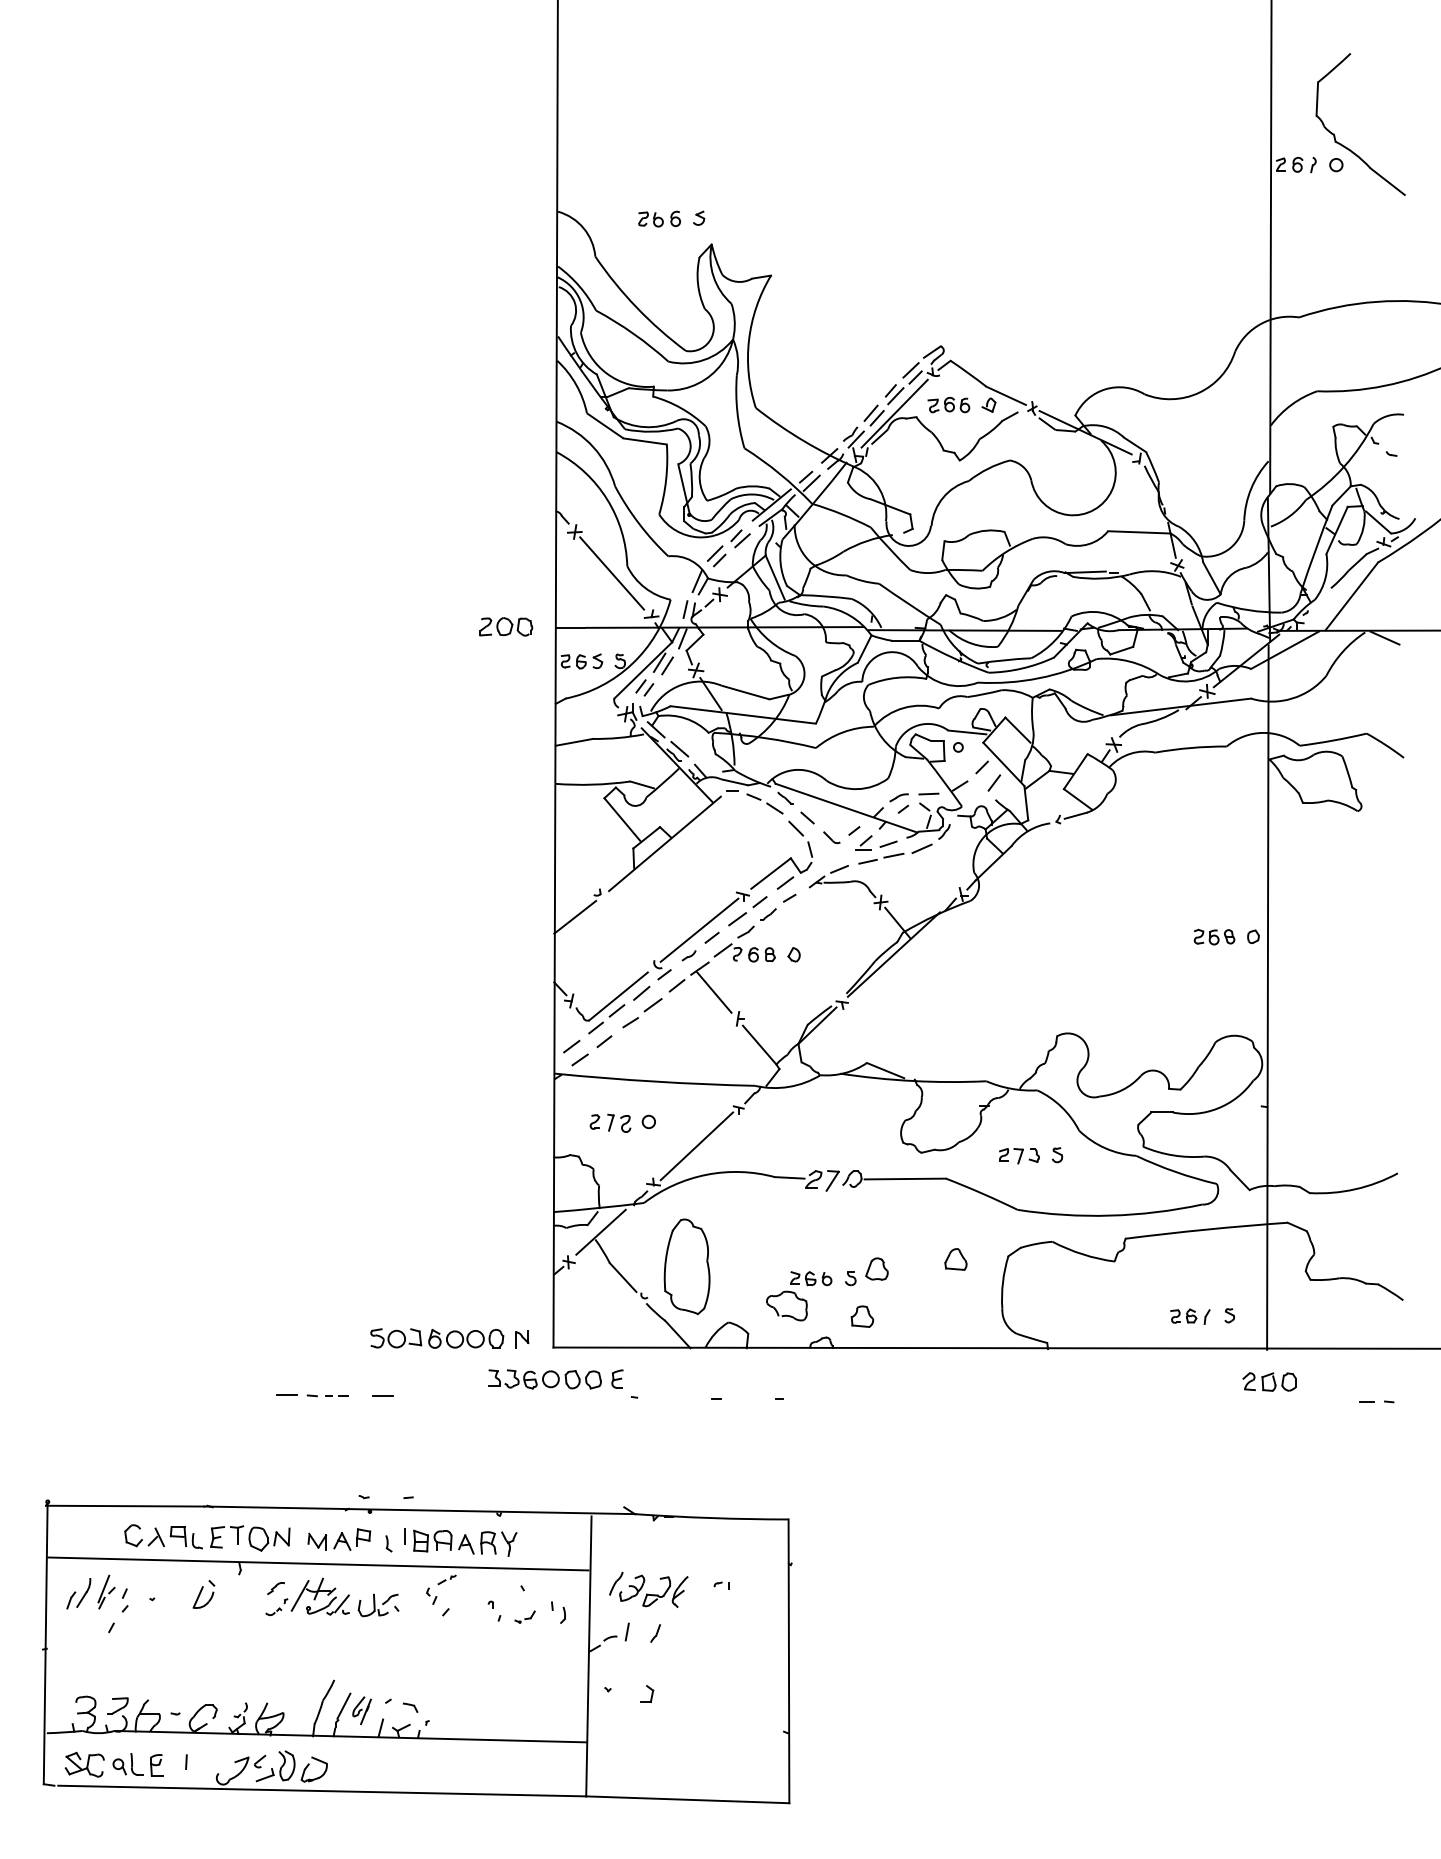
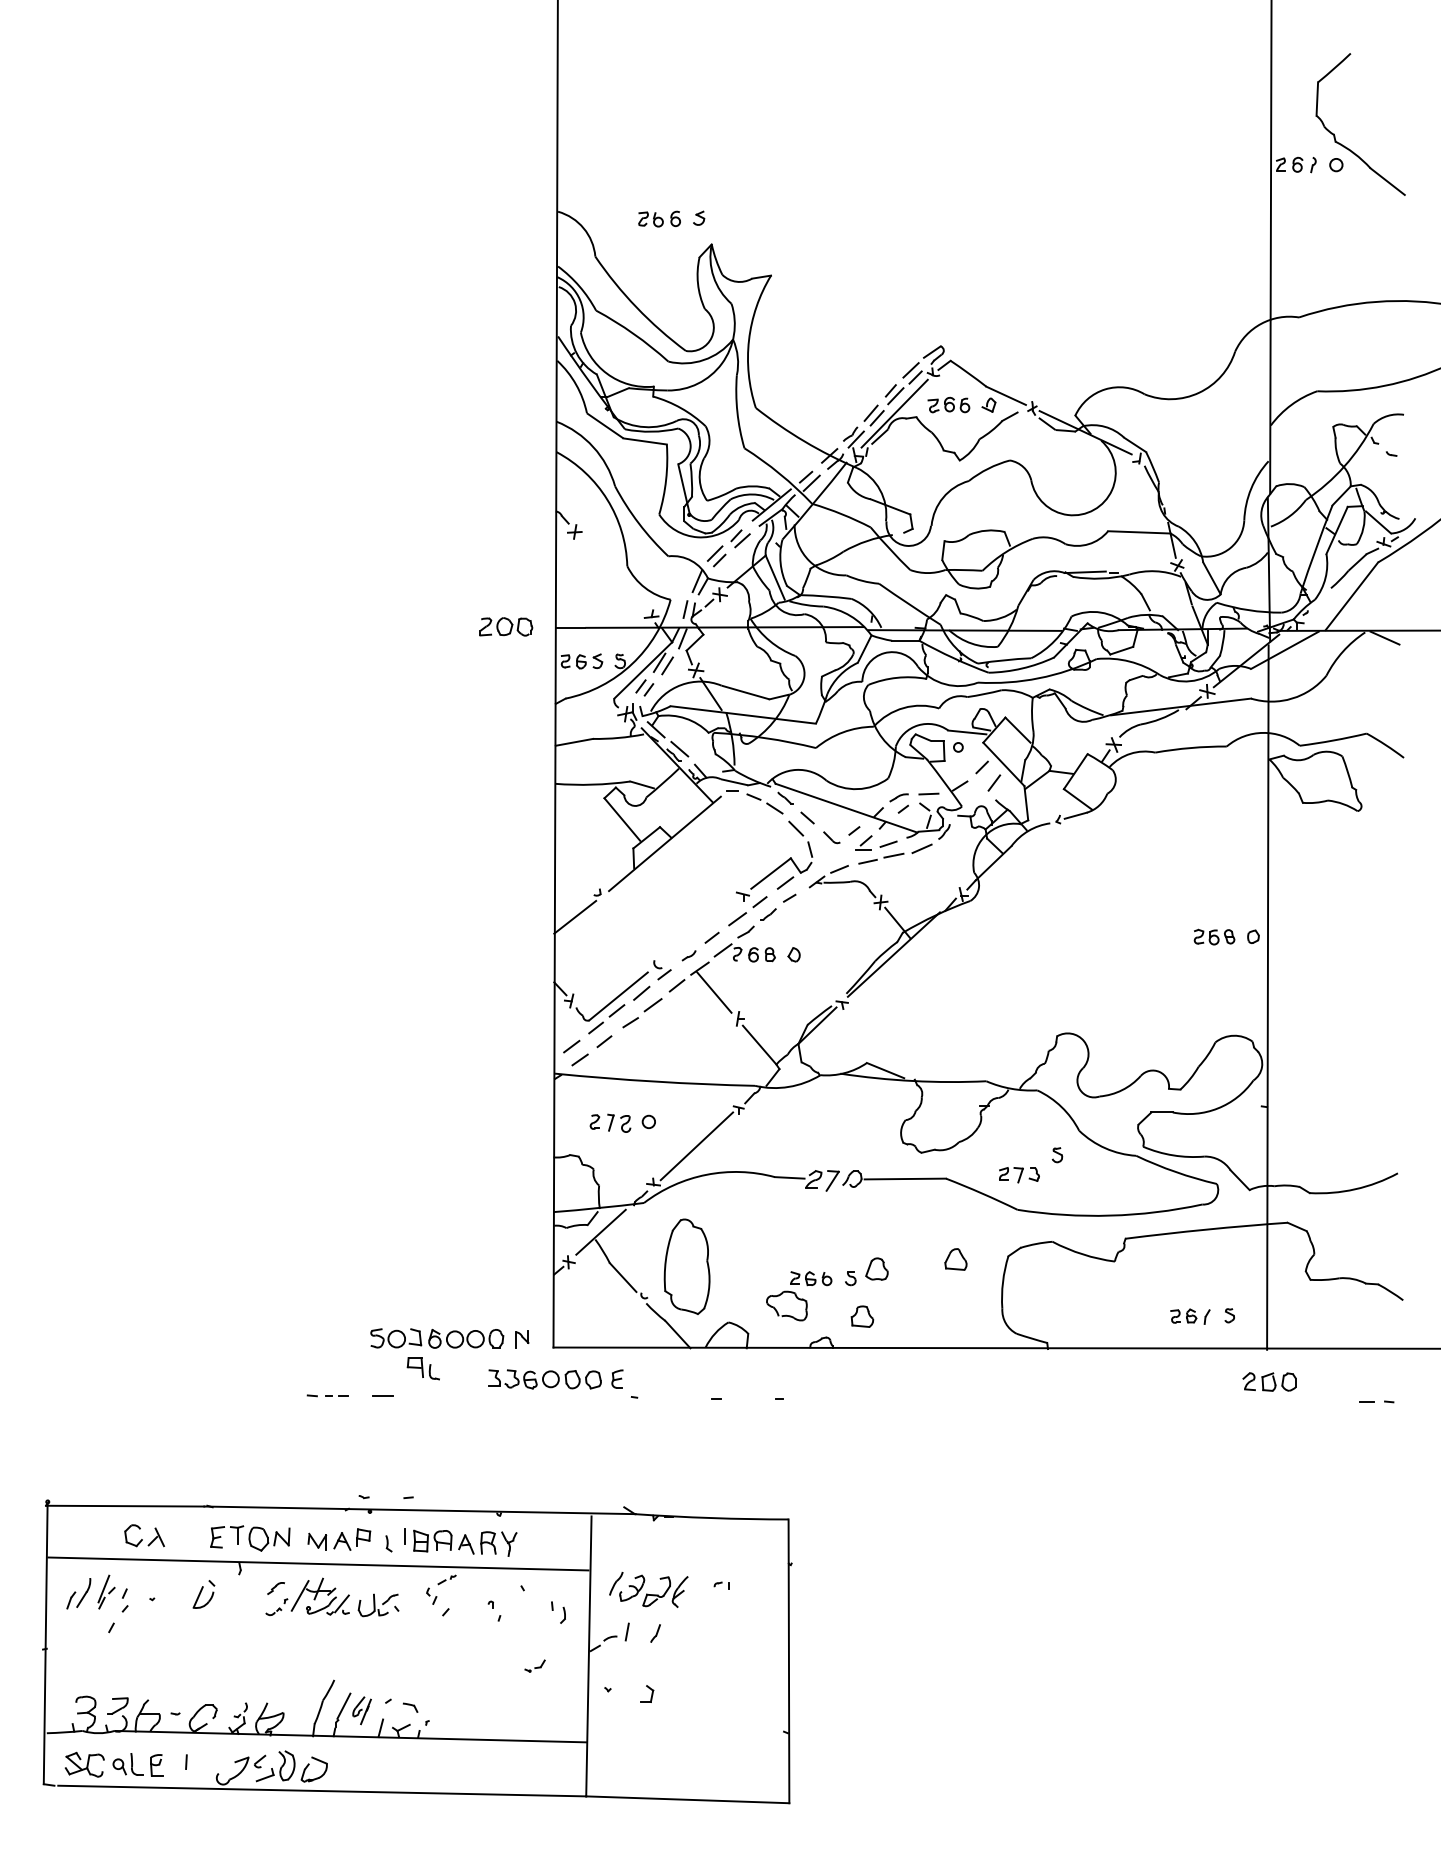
line at (612, 573): present -> none
line at (699, 929): present -> none
part at (1019, 1156) position: (1019, 1156) -> (1019, 1175)
line at (286, 1394): present -> none
part at (185, 1537) position: (185, 1537) -> (422, 1368)
part at (524, 1616) position: (524, 1616) -> (534, 1665)
